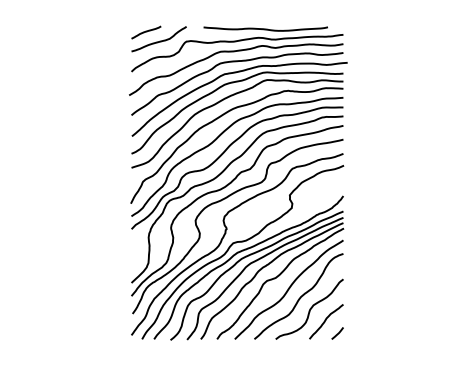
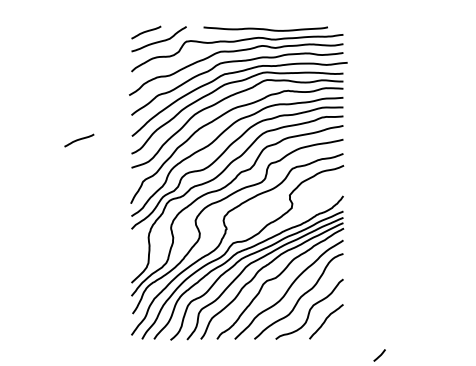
curve at (79, 140): none -> present
line at (337, 333) position: (337, 333) -> (379, 355)
